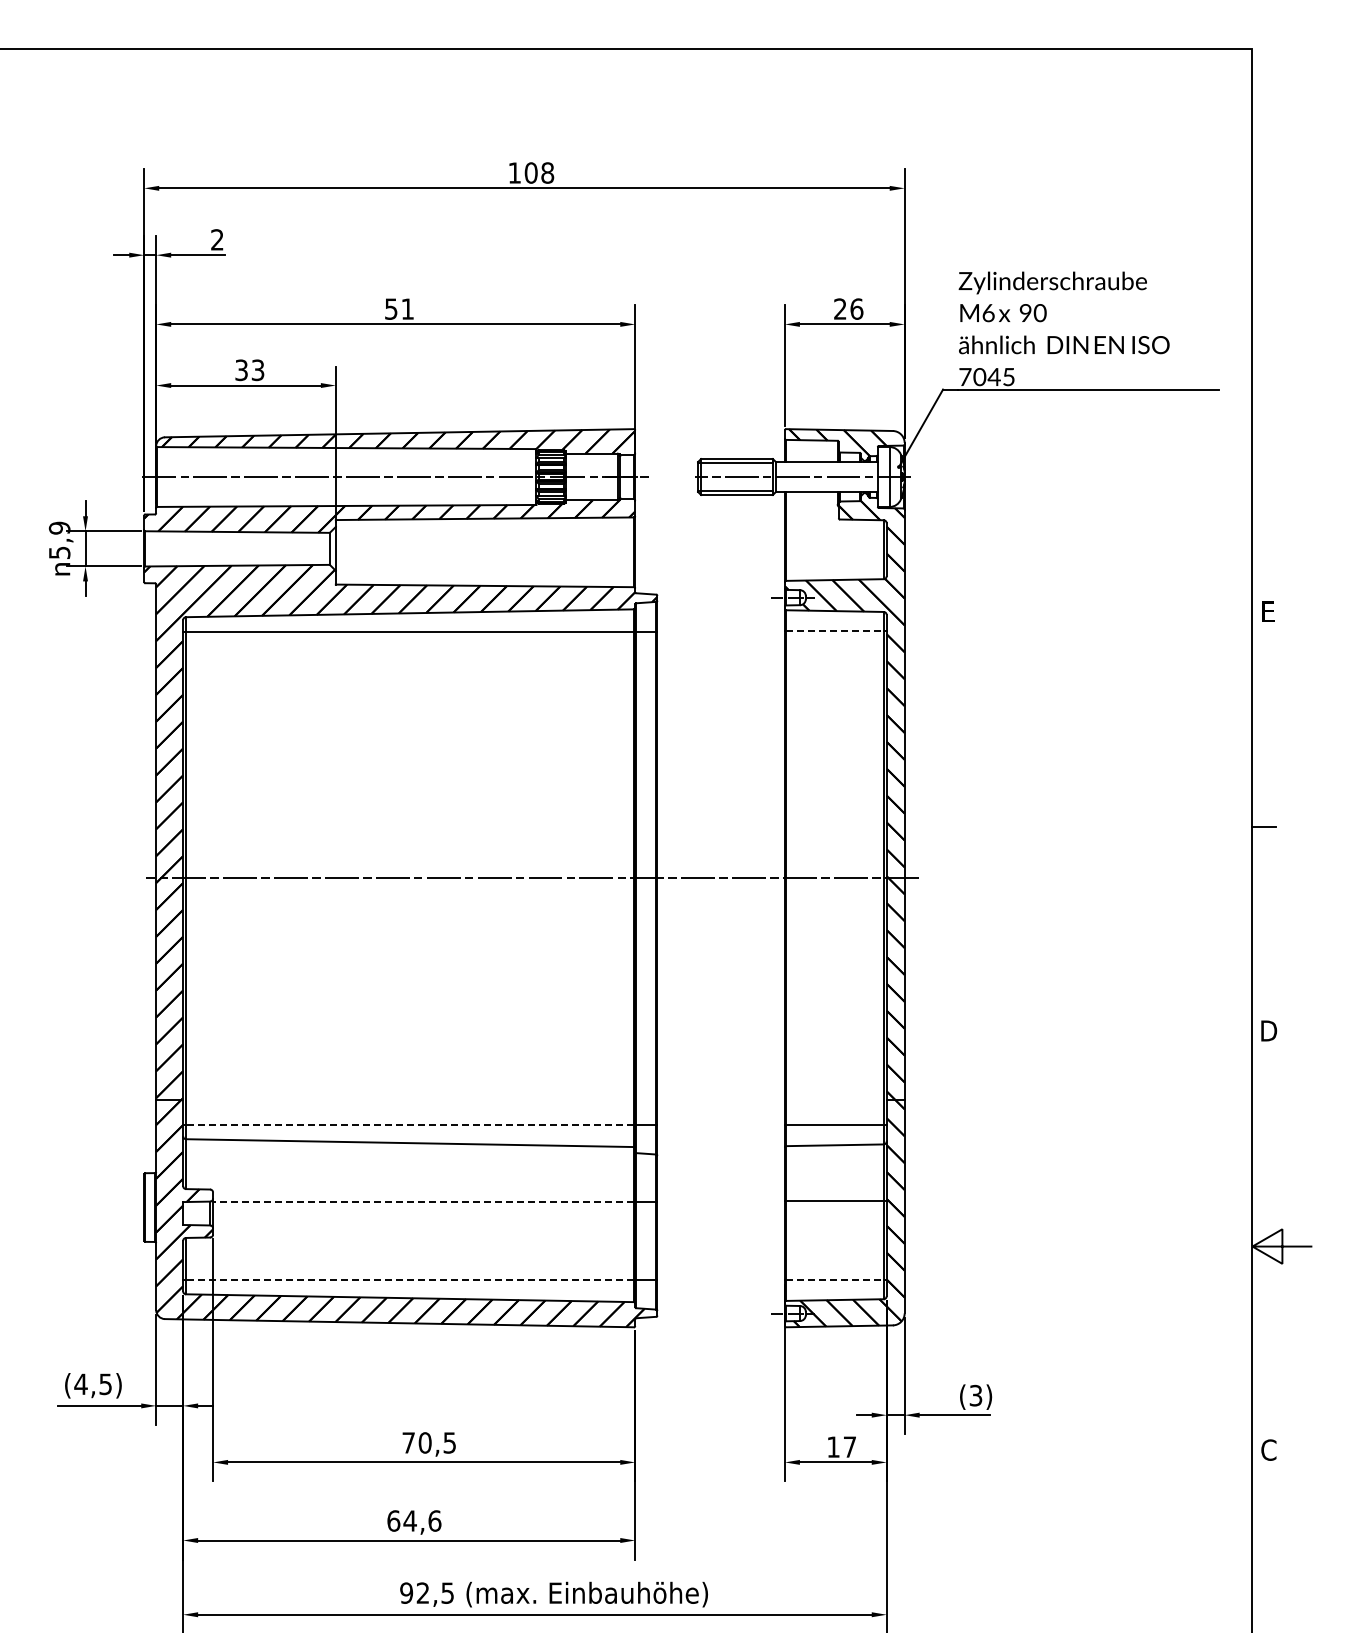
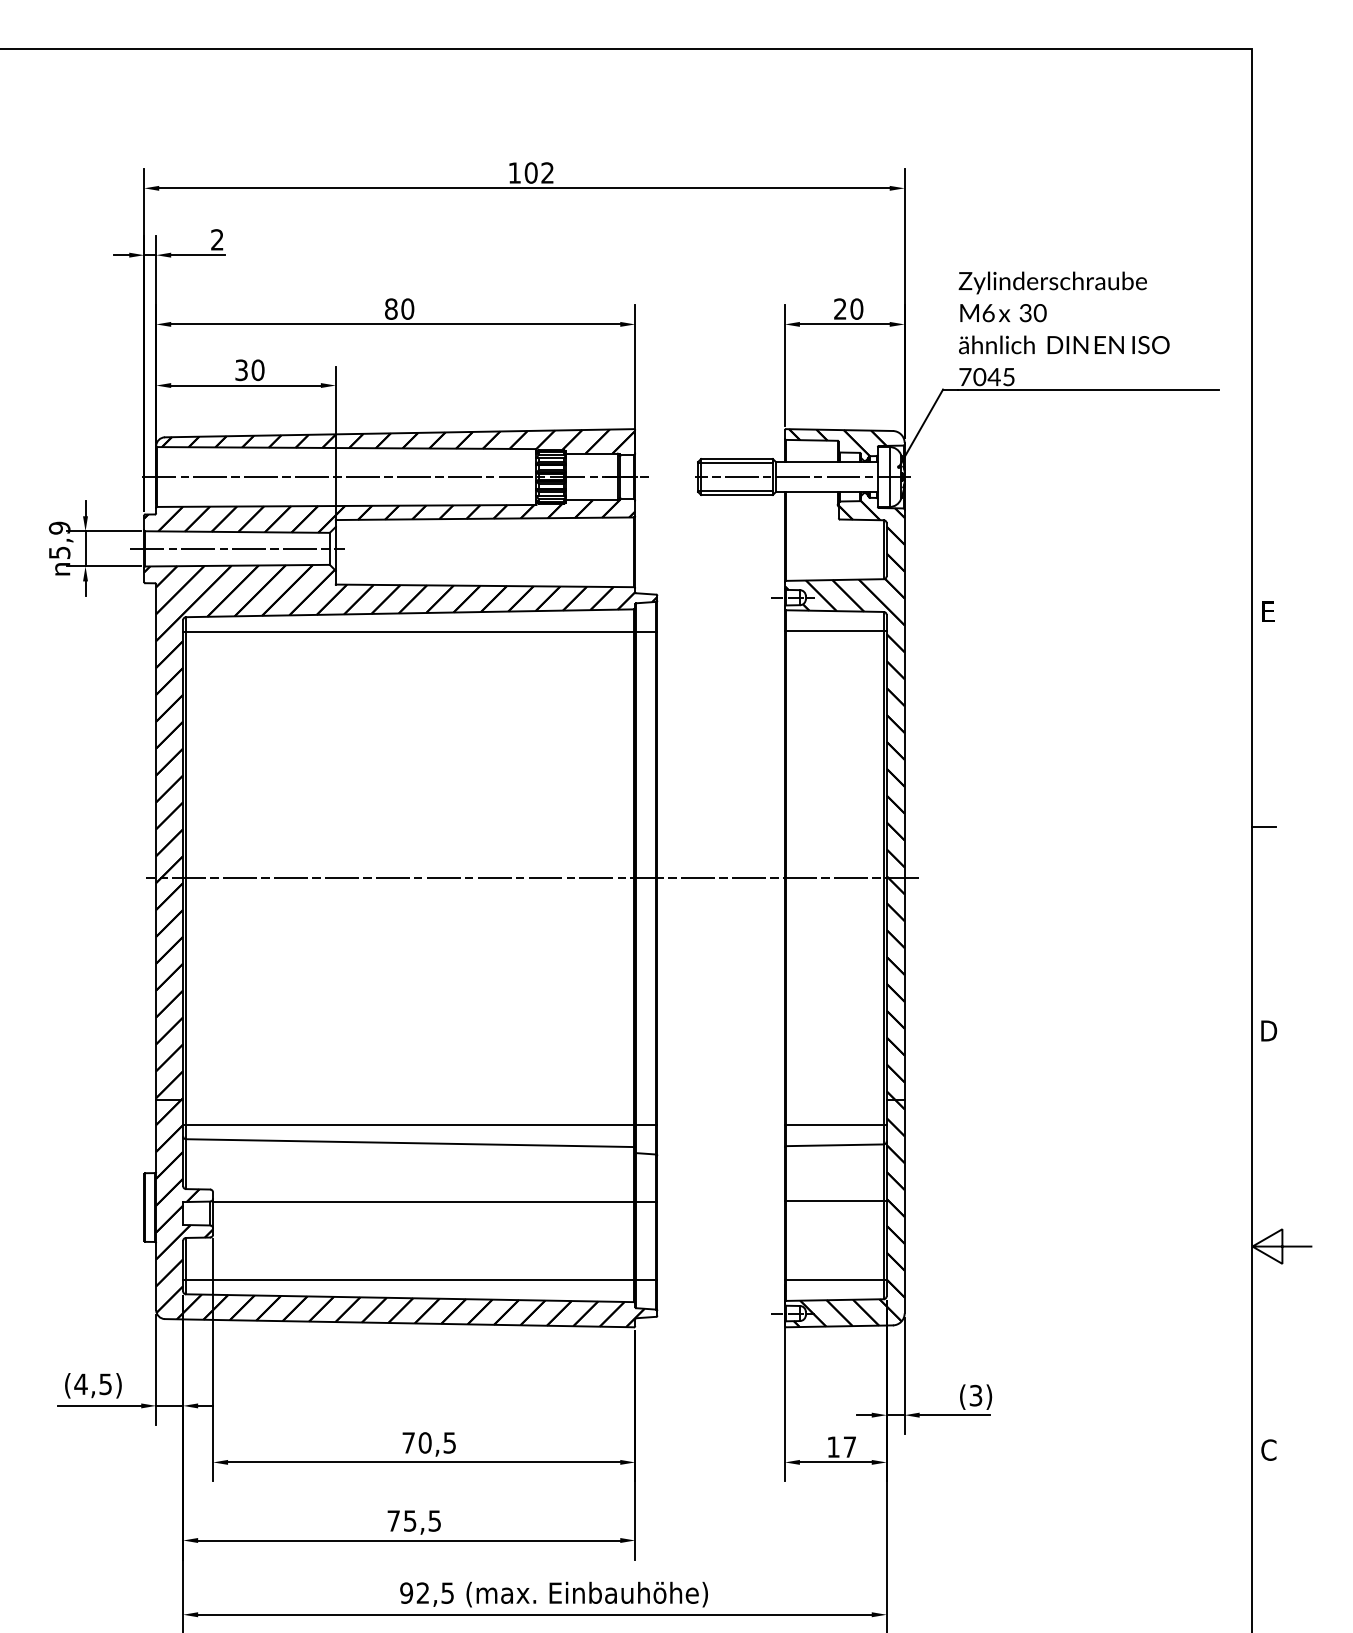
text at (547, 172): 108 -> 102
text at (399, 308): 51 -> 80
text at (856, 308): 26 -> 20
text at (1025, 313): 90 -> 30
text at (257, 370): 33 -> 30
line at (237, 548): none -> present
line at (834, 631): dashed -> solid
line at (410, 1124): dashed -> solid
line at (423, 1202): dashed -> solid
line at (410, 1279): dashed -> solid
line at (834, 1279): dashed -> solid
text at (414, 1520): 64,6 -> 75,5
